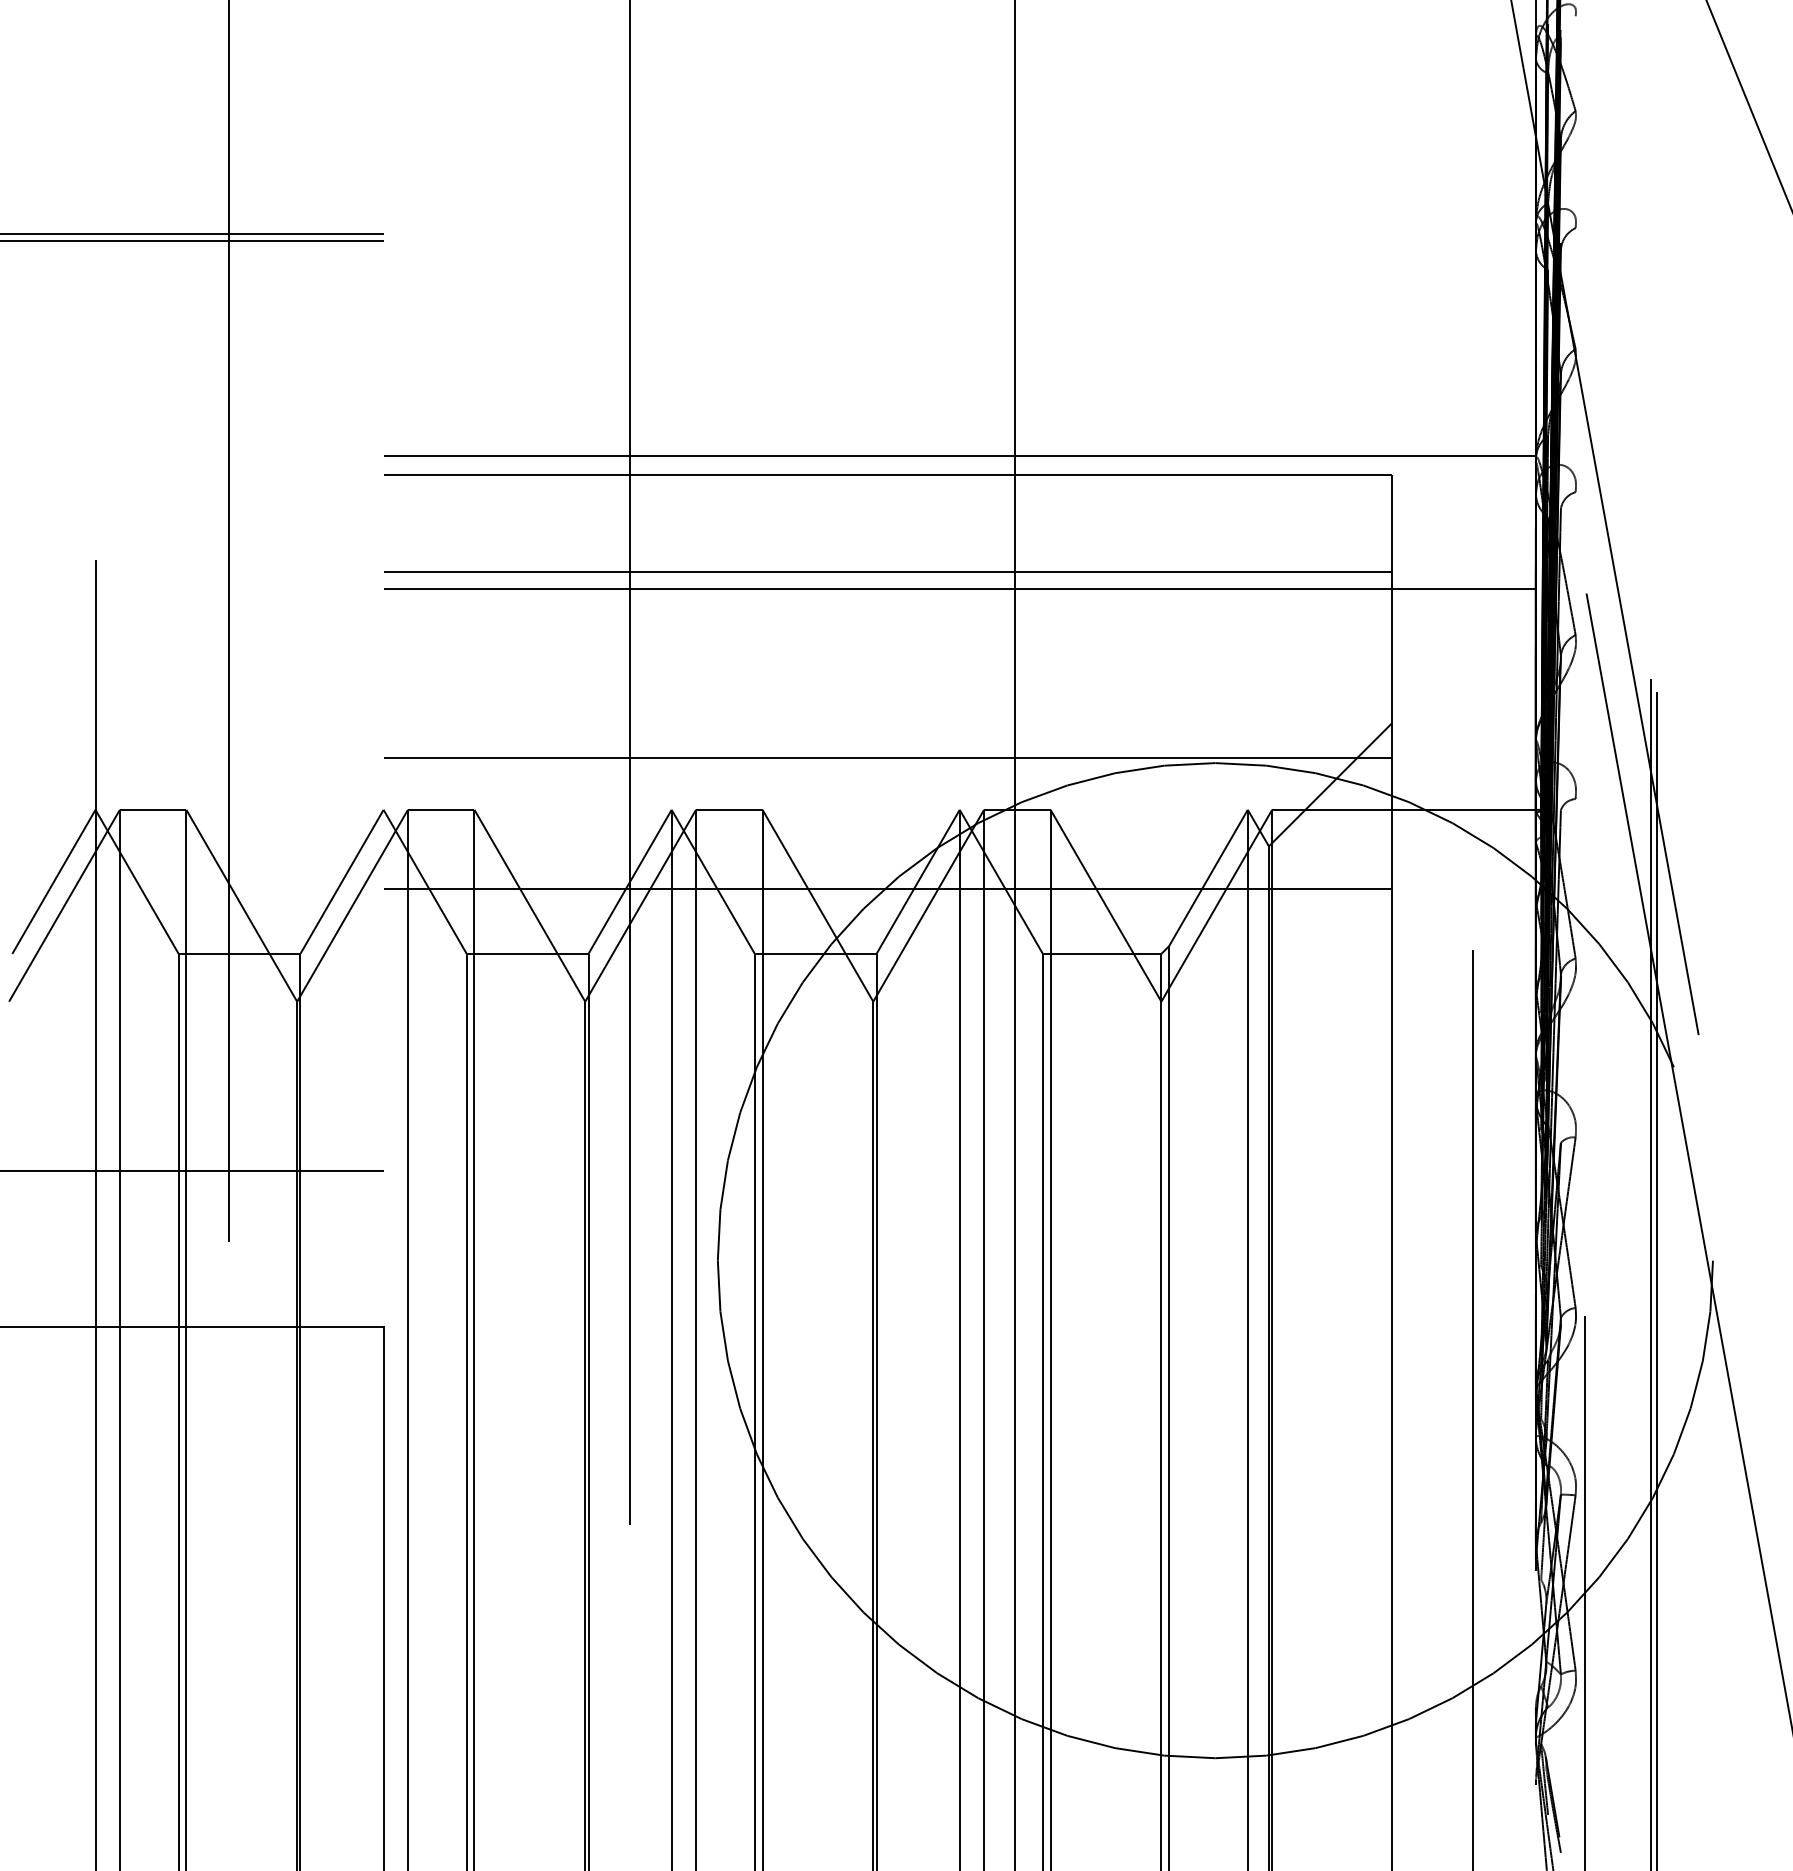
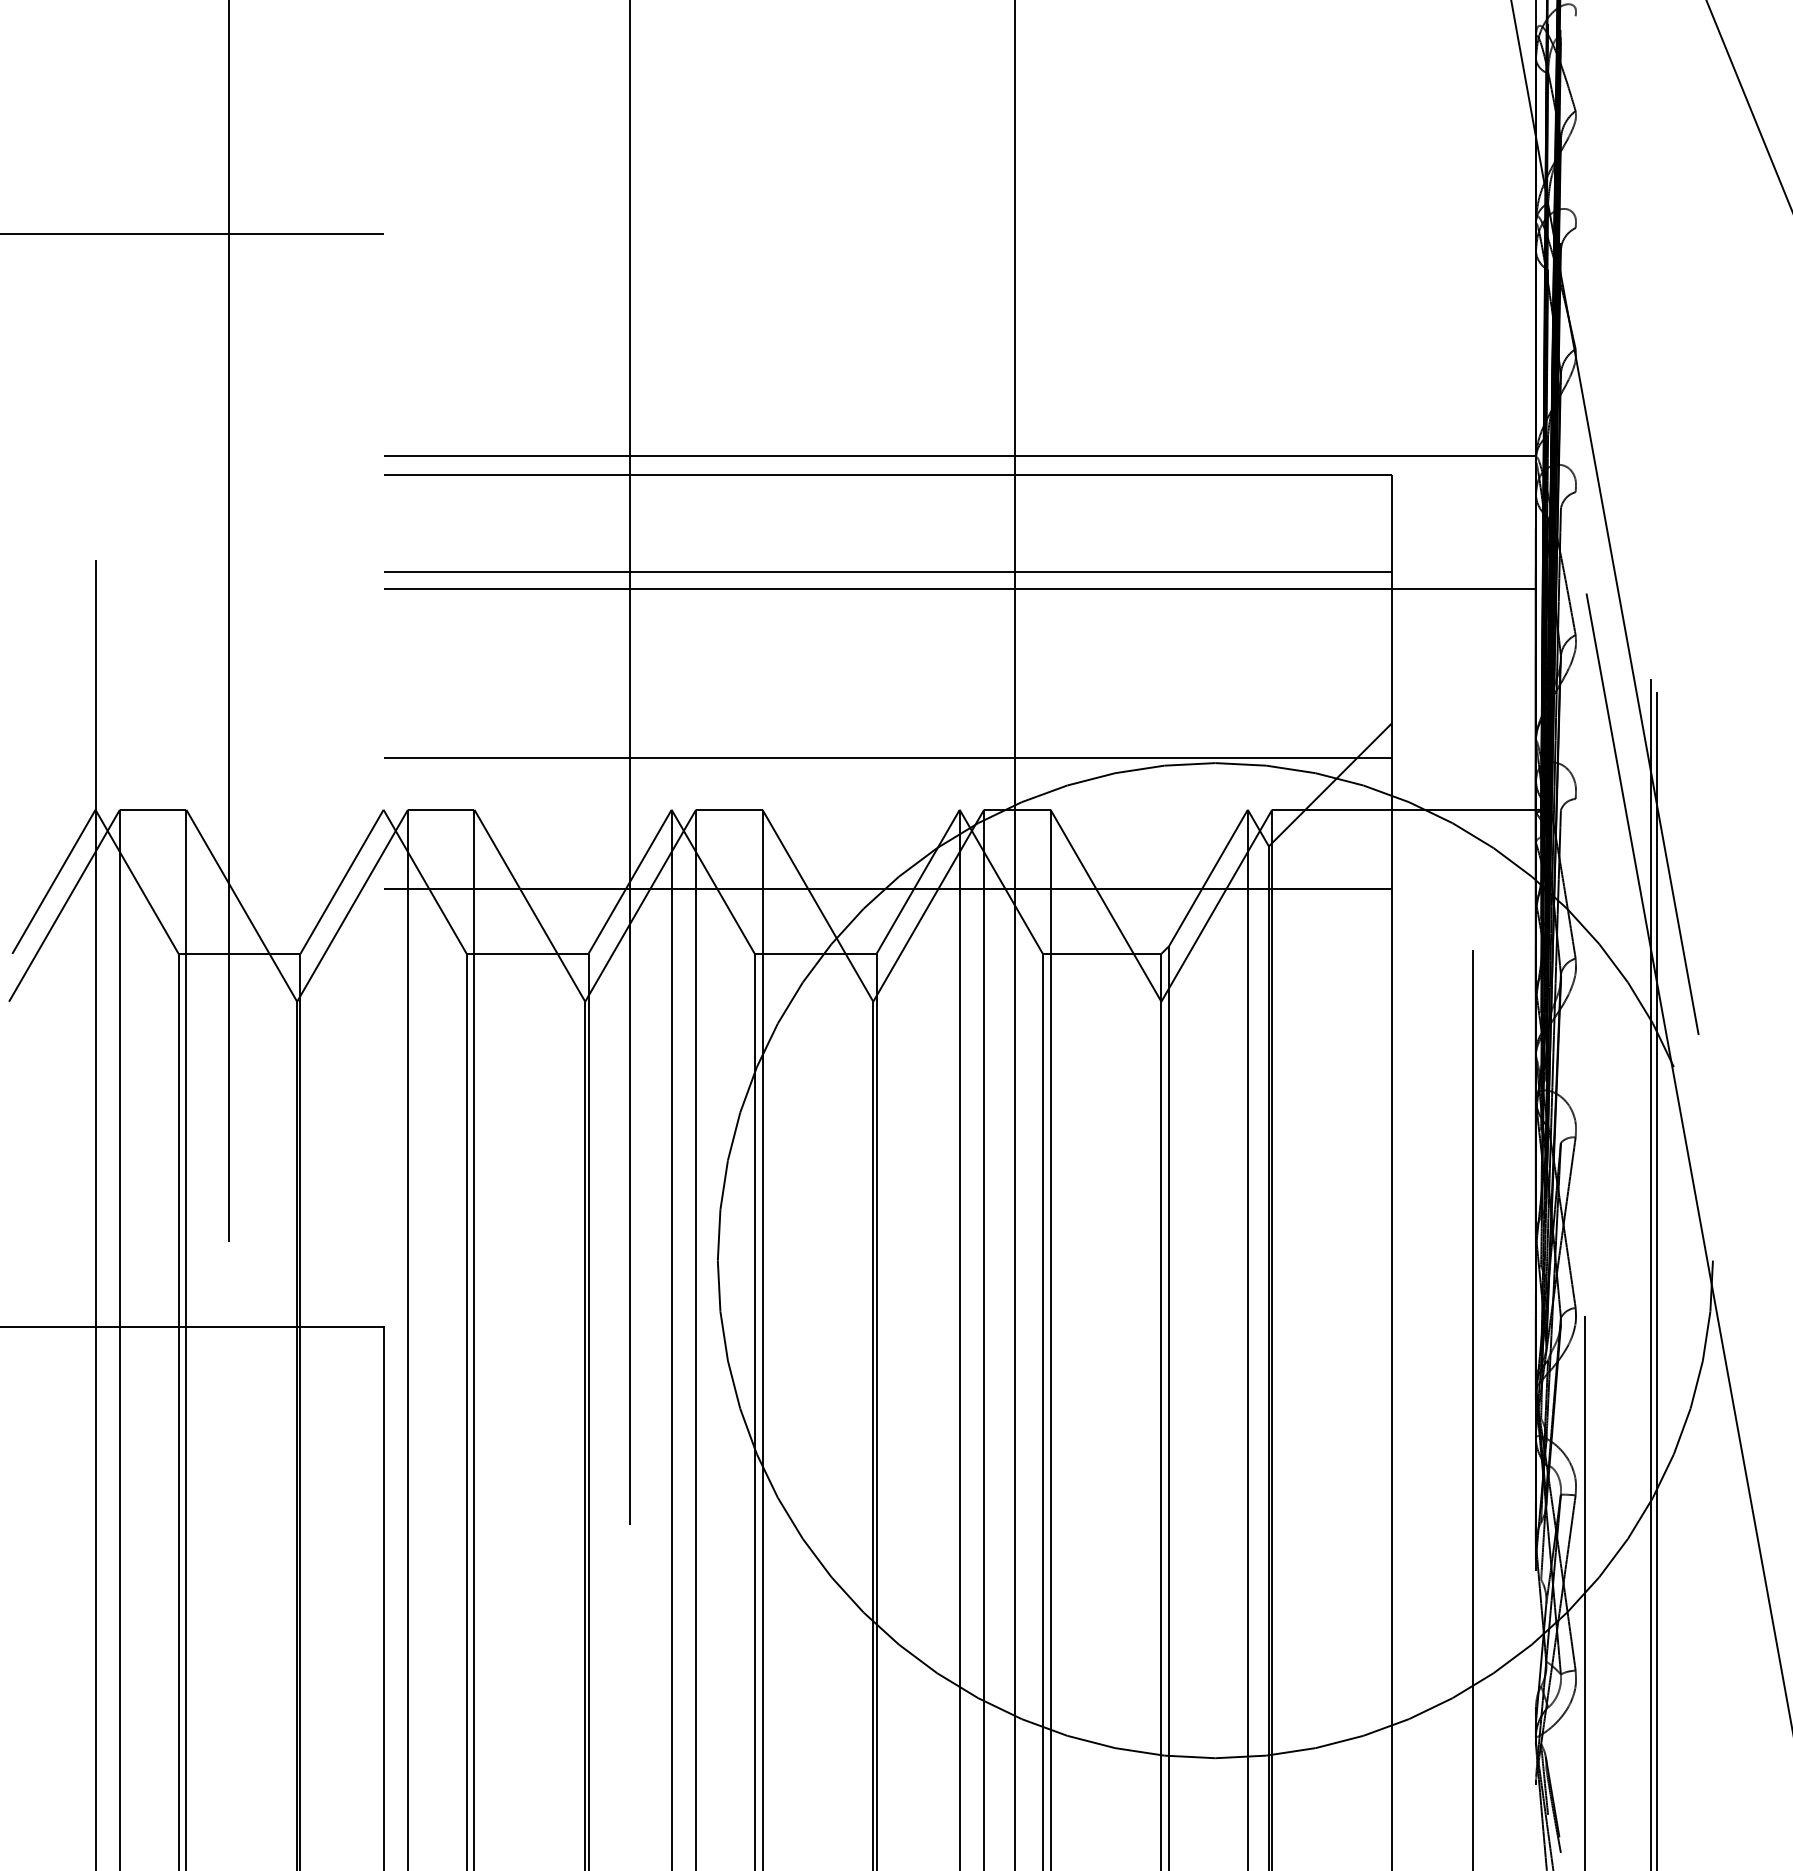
line at (192, 240): present -> none
line at (192, 1170): present -> none
